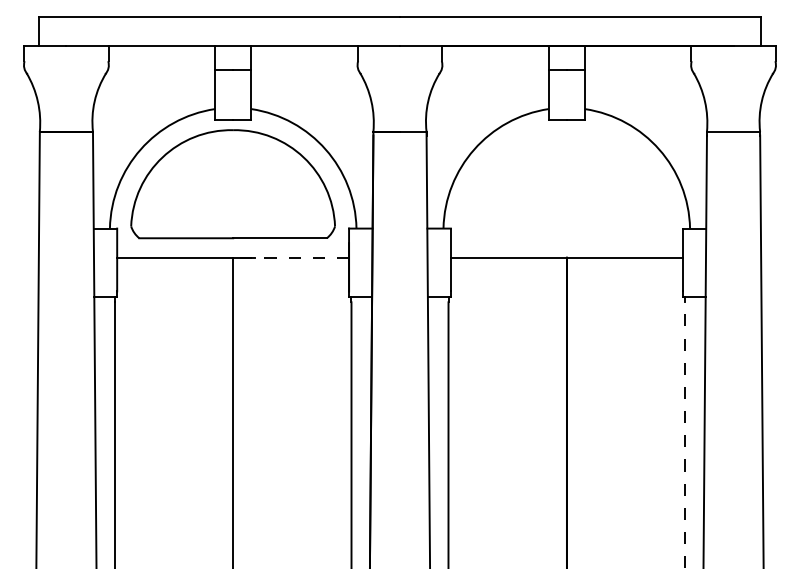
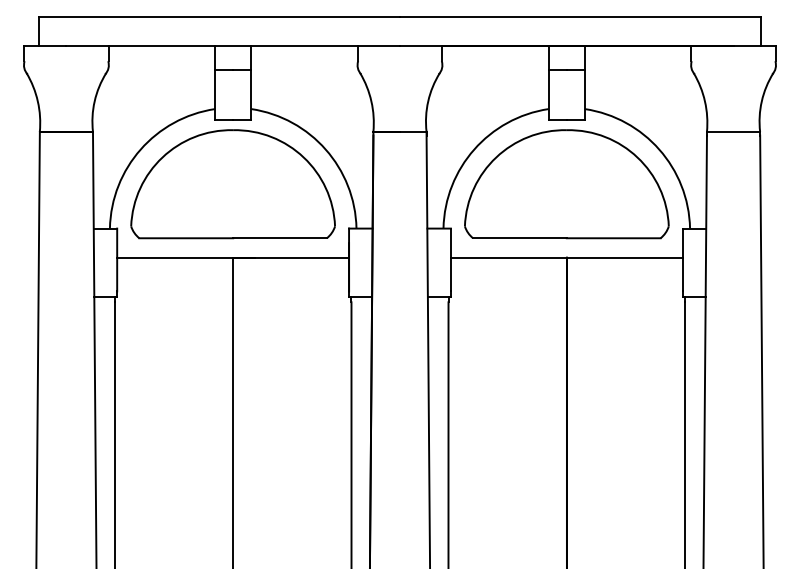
part at (566, 184): none -> present
line at (290, 257): dashed -> solid
line at (685, 435): dashed -> solid
